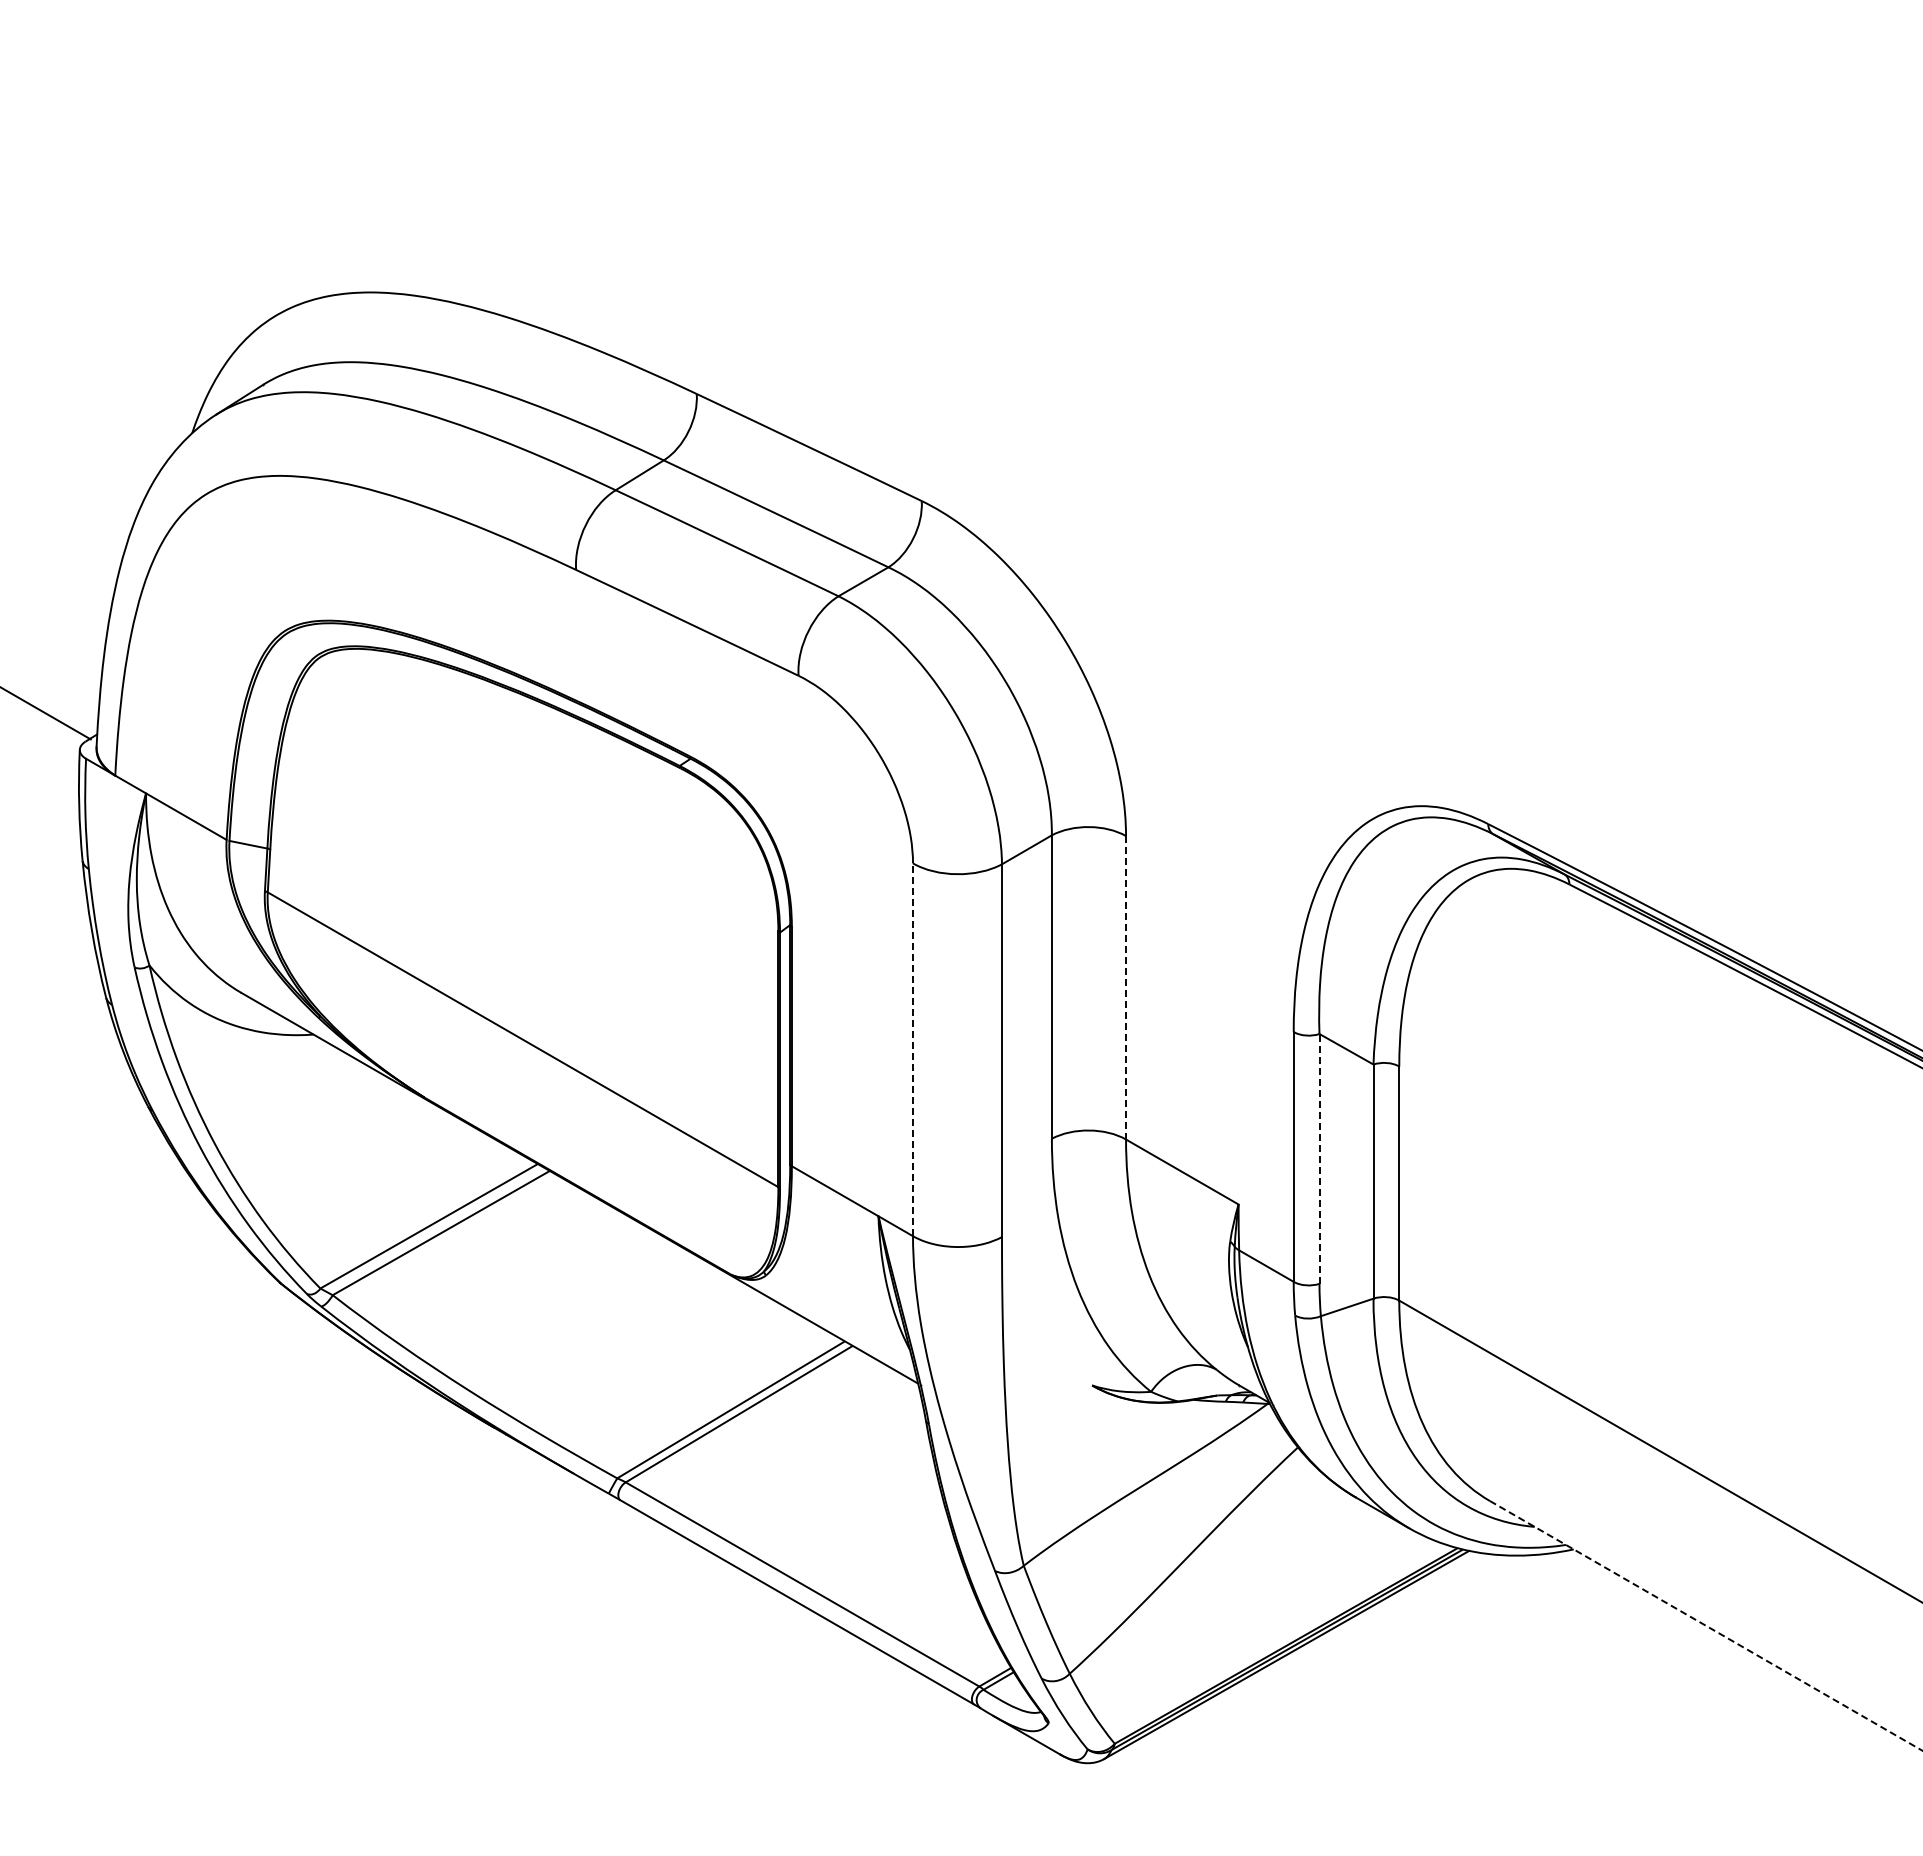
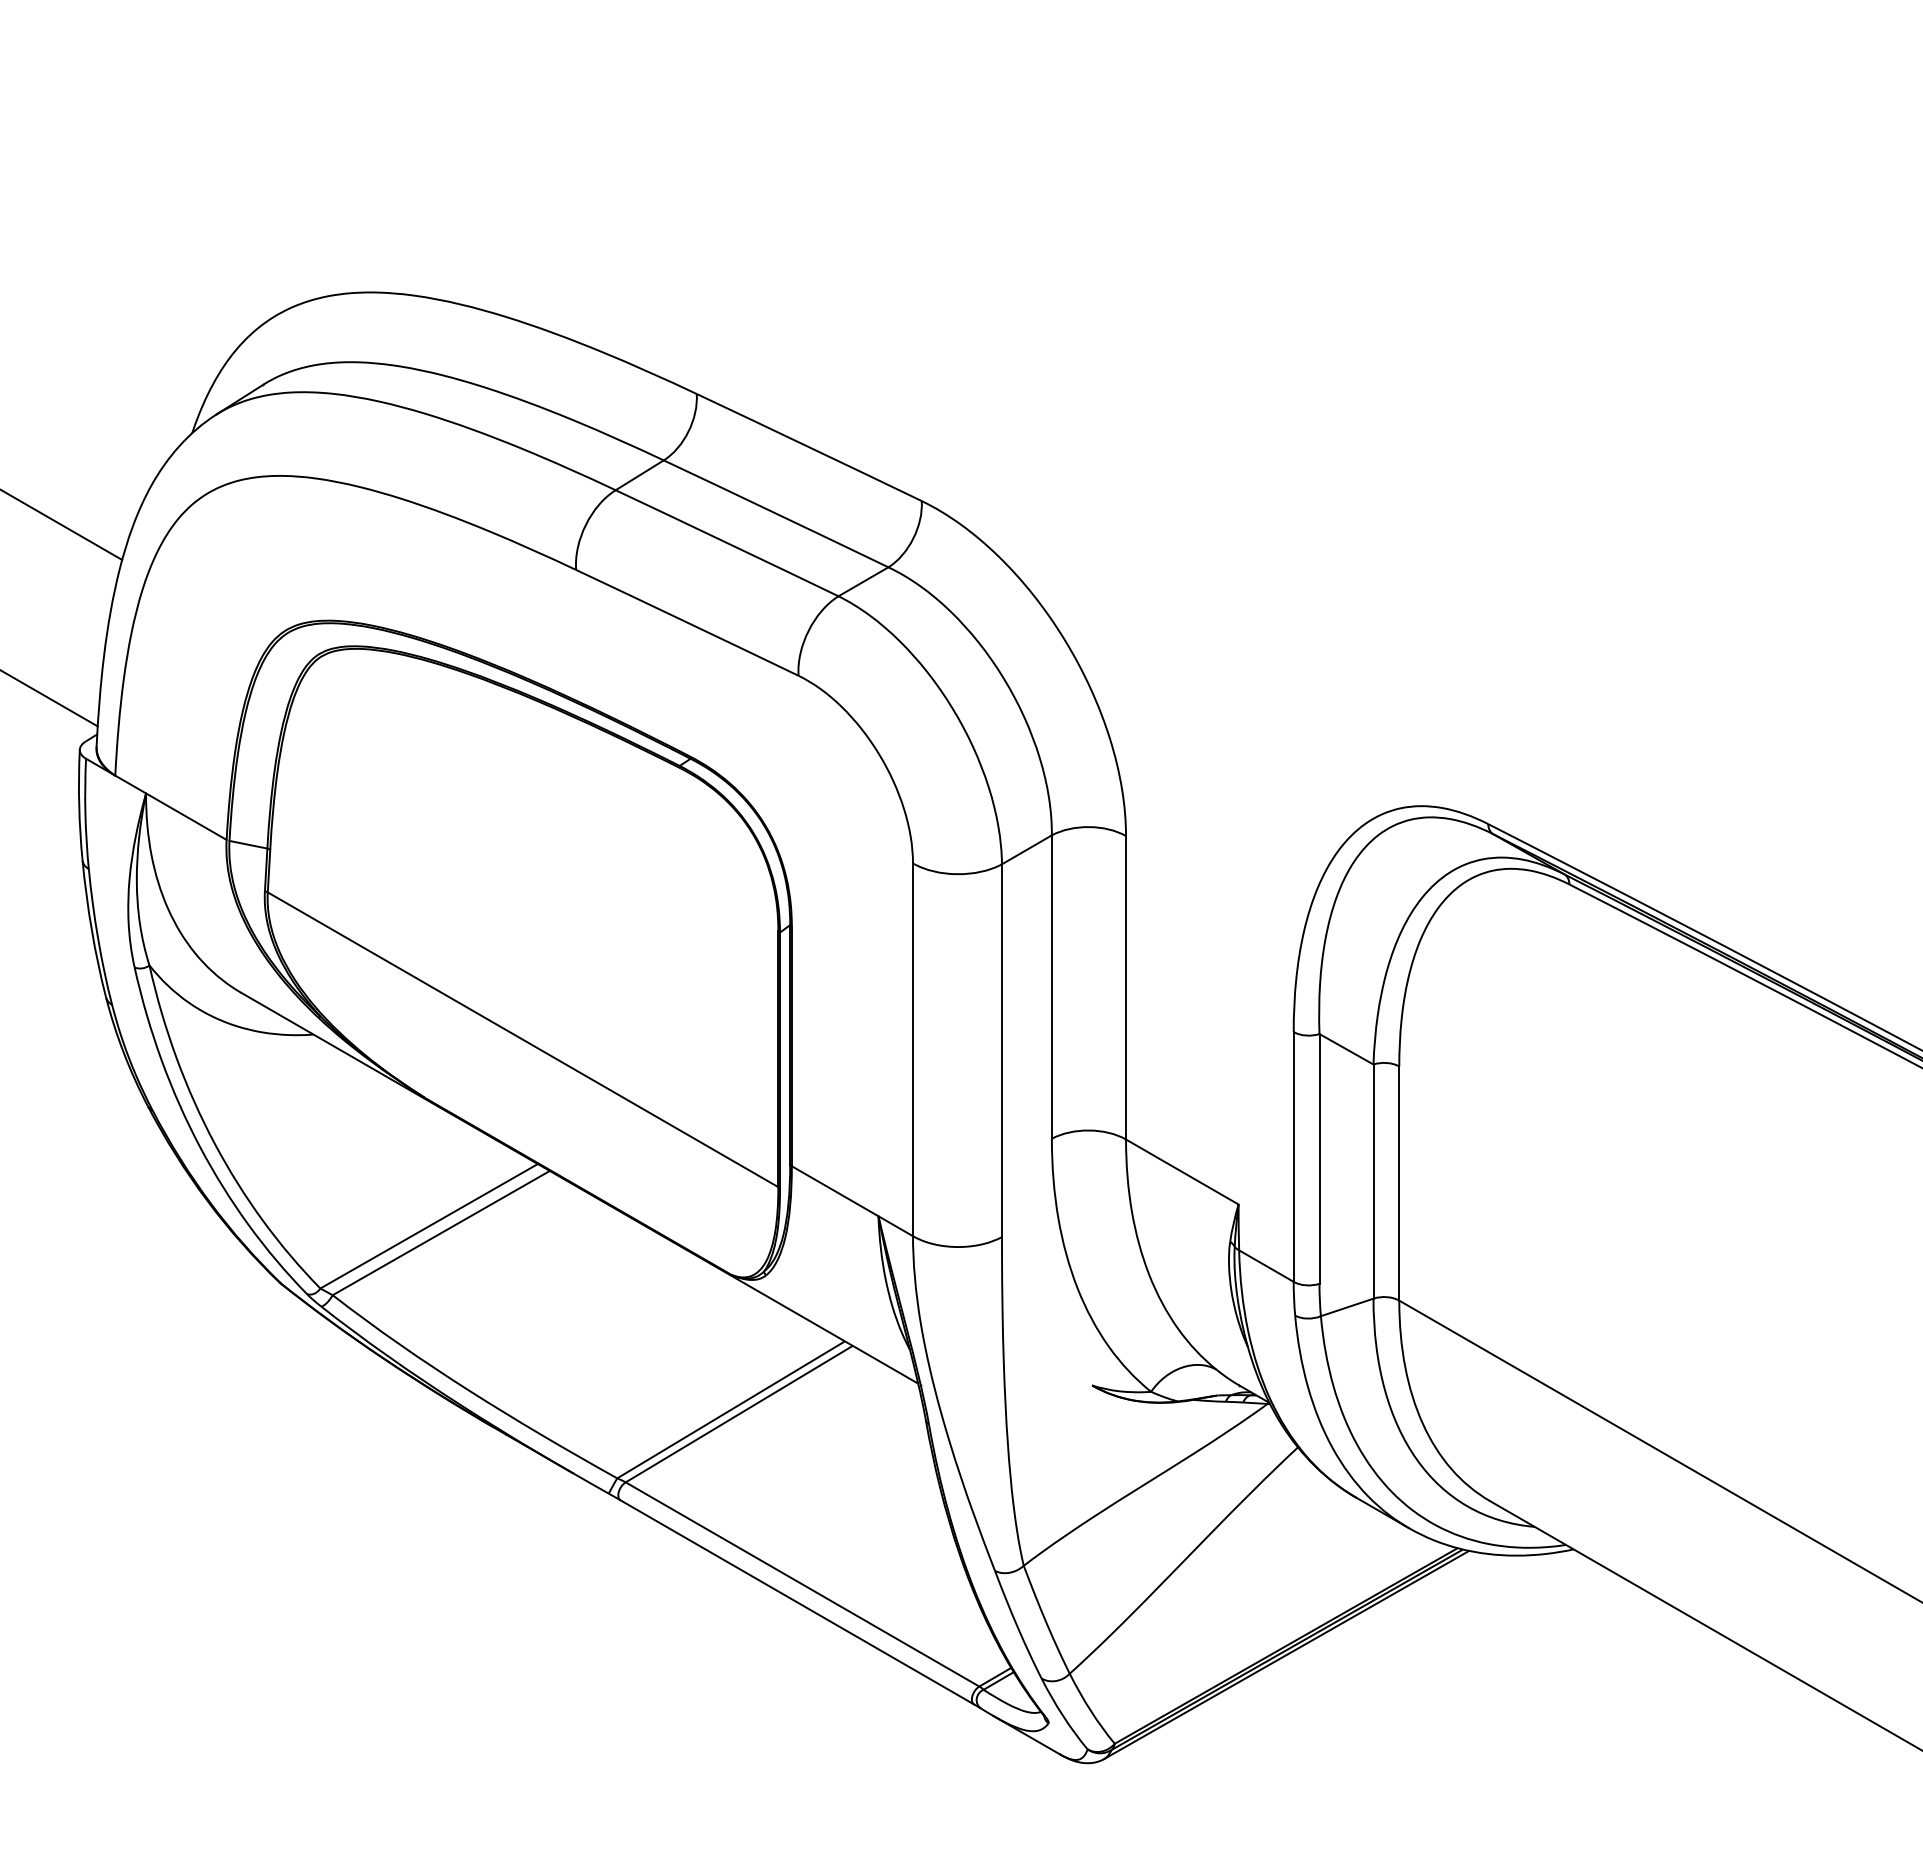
line at (62, 524): none -> present
line at (46, 713) position: (46, 713) -> (49, 698)
line at (1126, 987): dashed -> solid
line at (913, 1049): dashed -> solid
line at (1319, 1158): dashed -> solid
line at (1706, 1626): dashed -> solid
